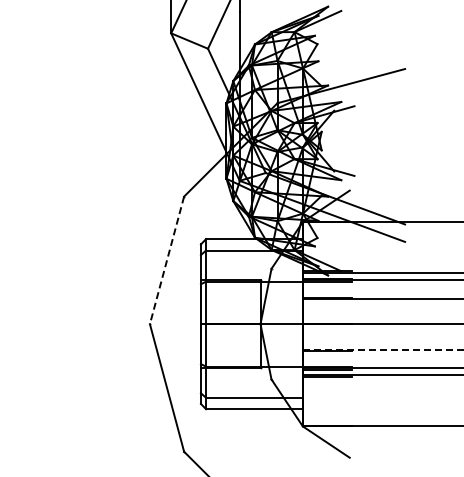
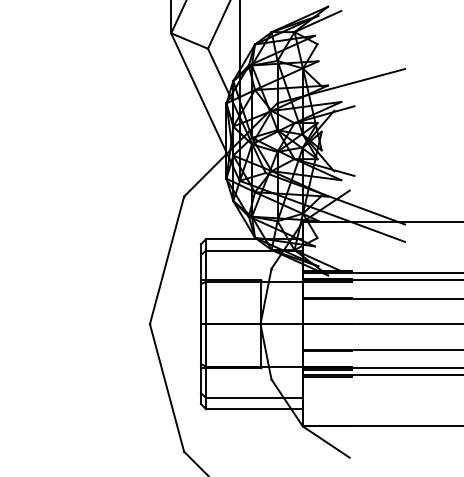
line at (166, 260): dashed -> solid
line at (383, 349): dashed -> solid
